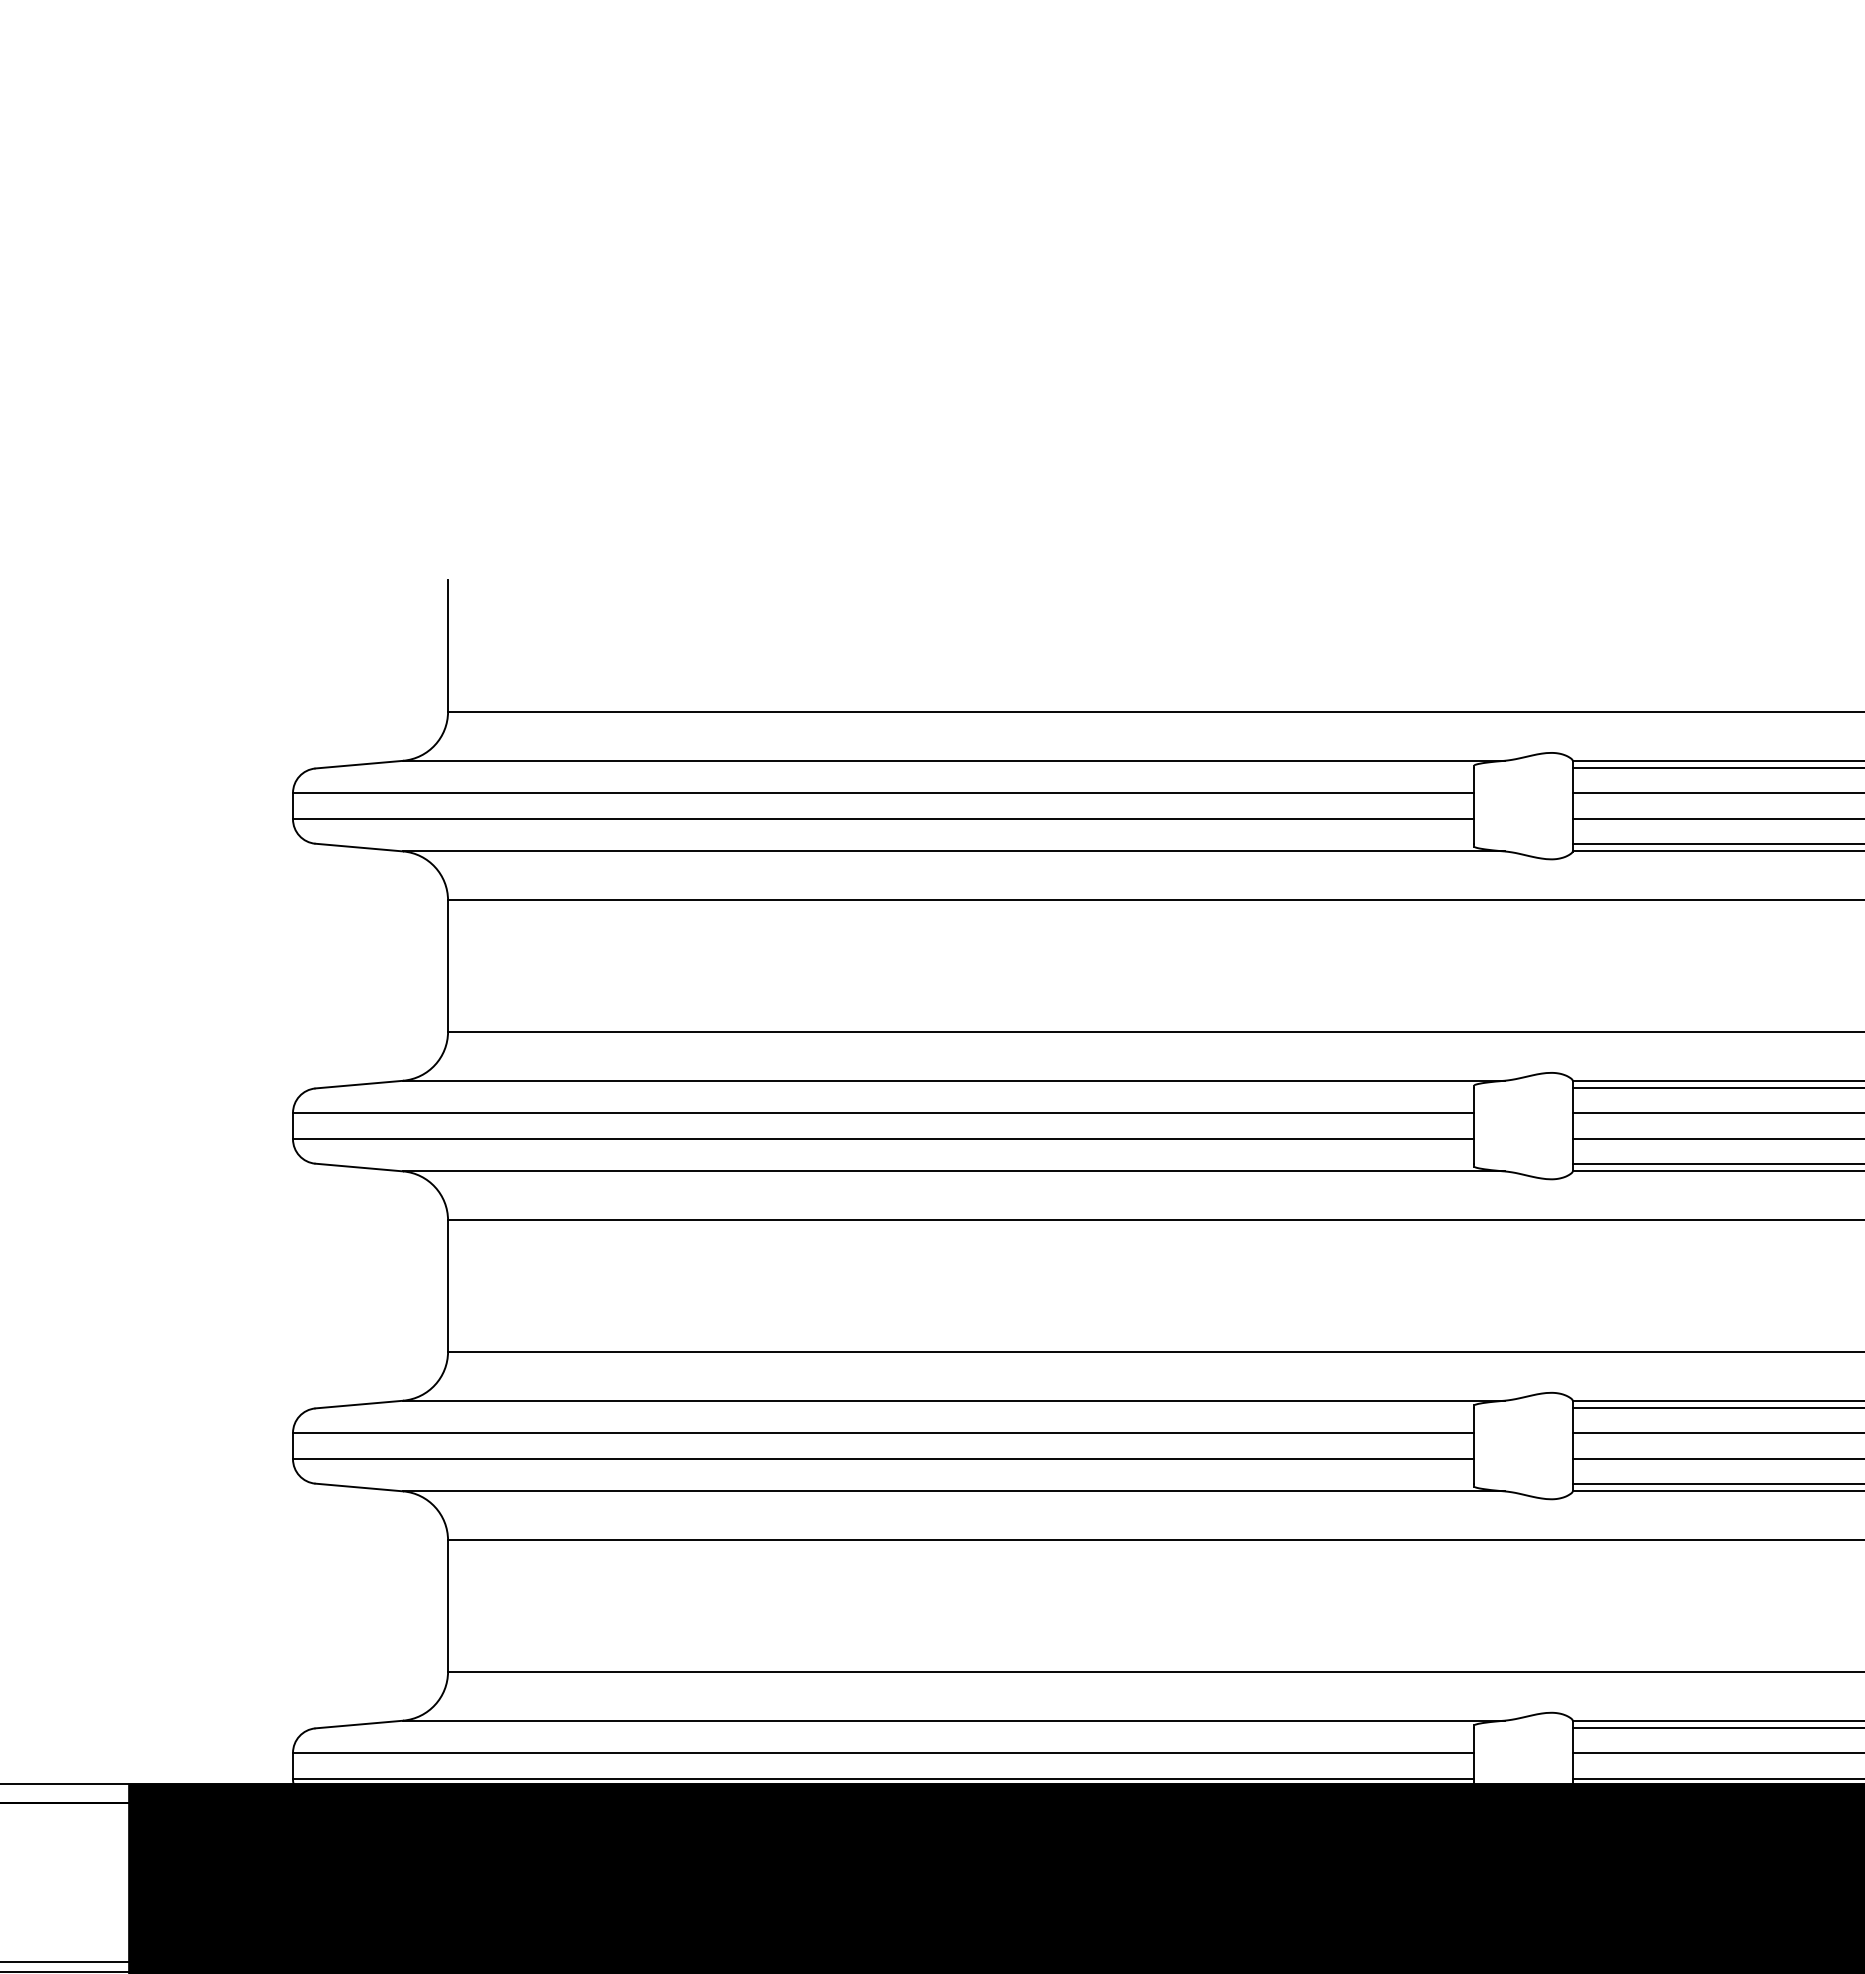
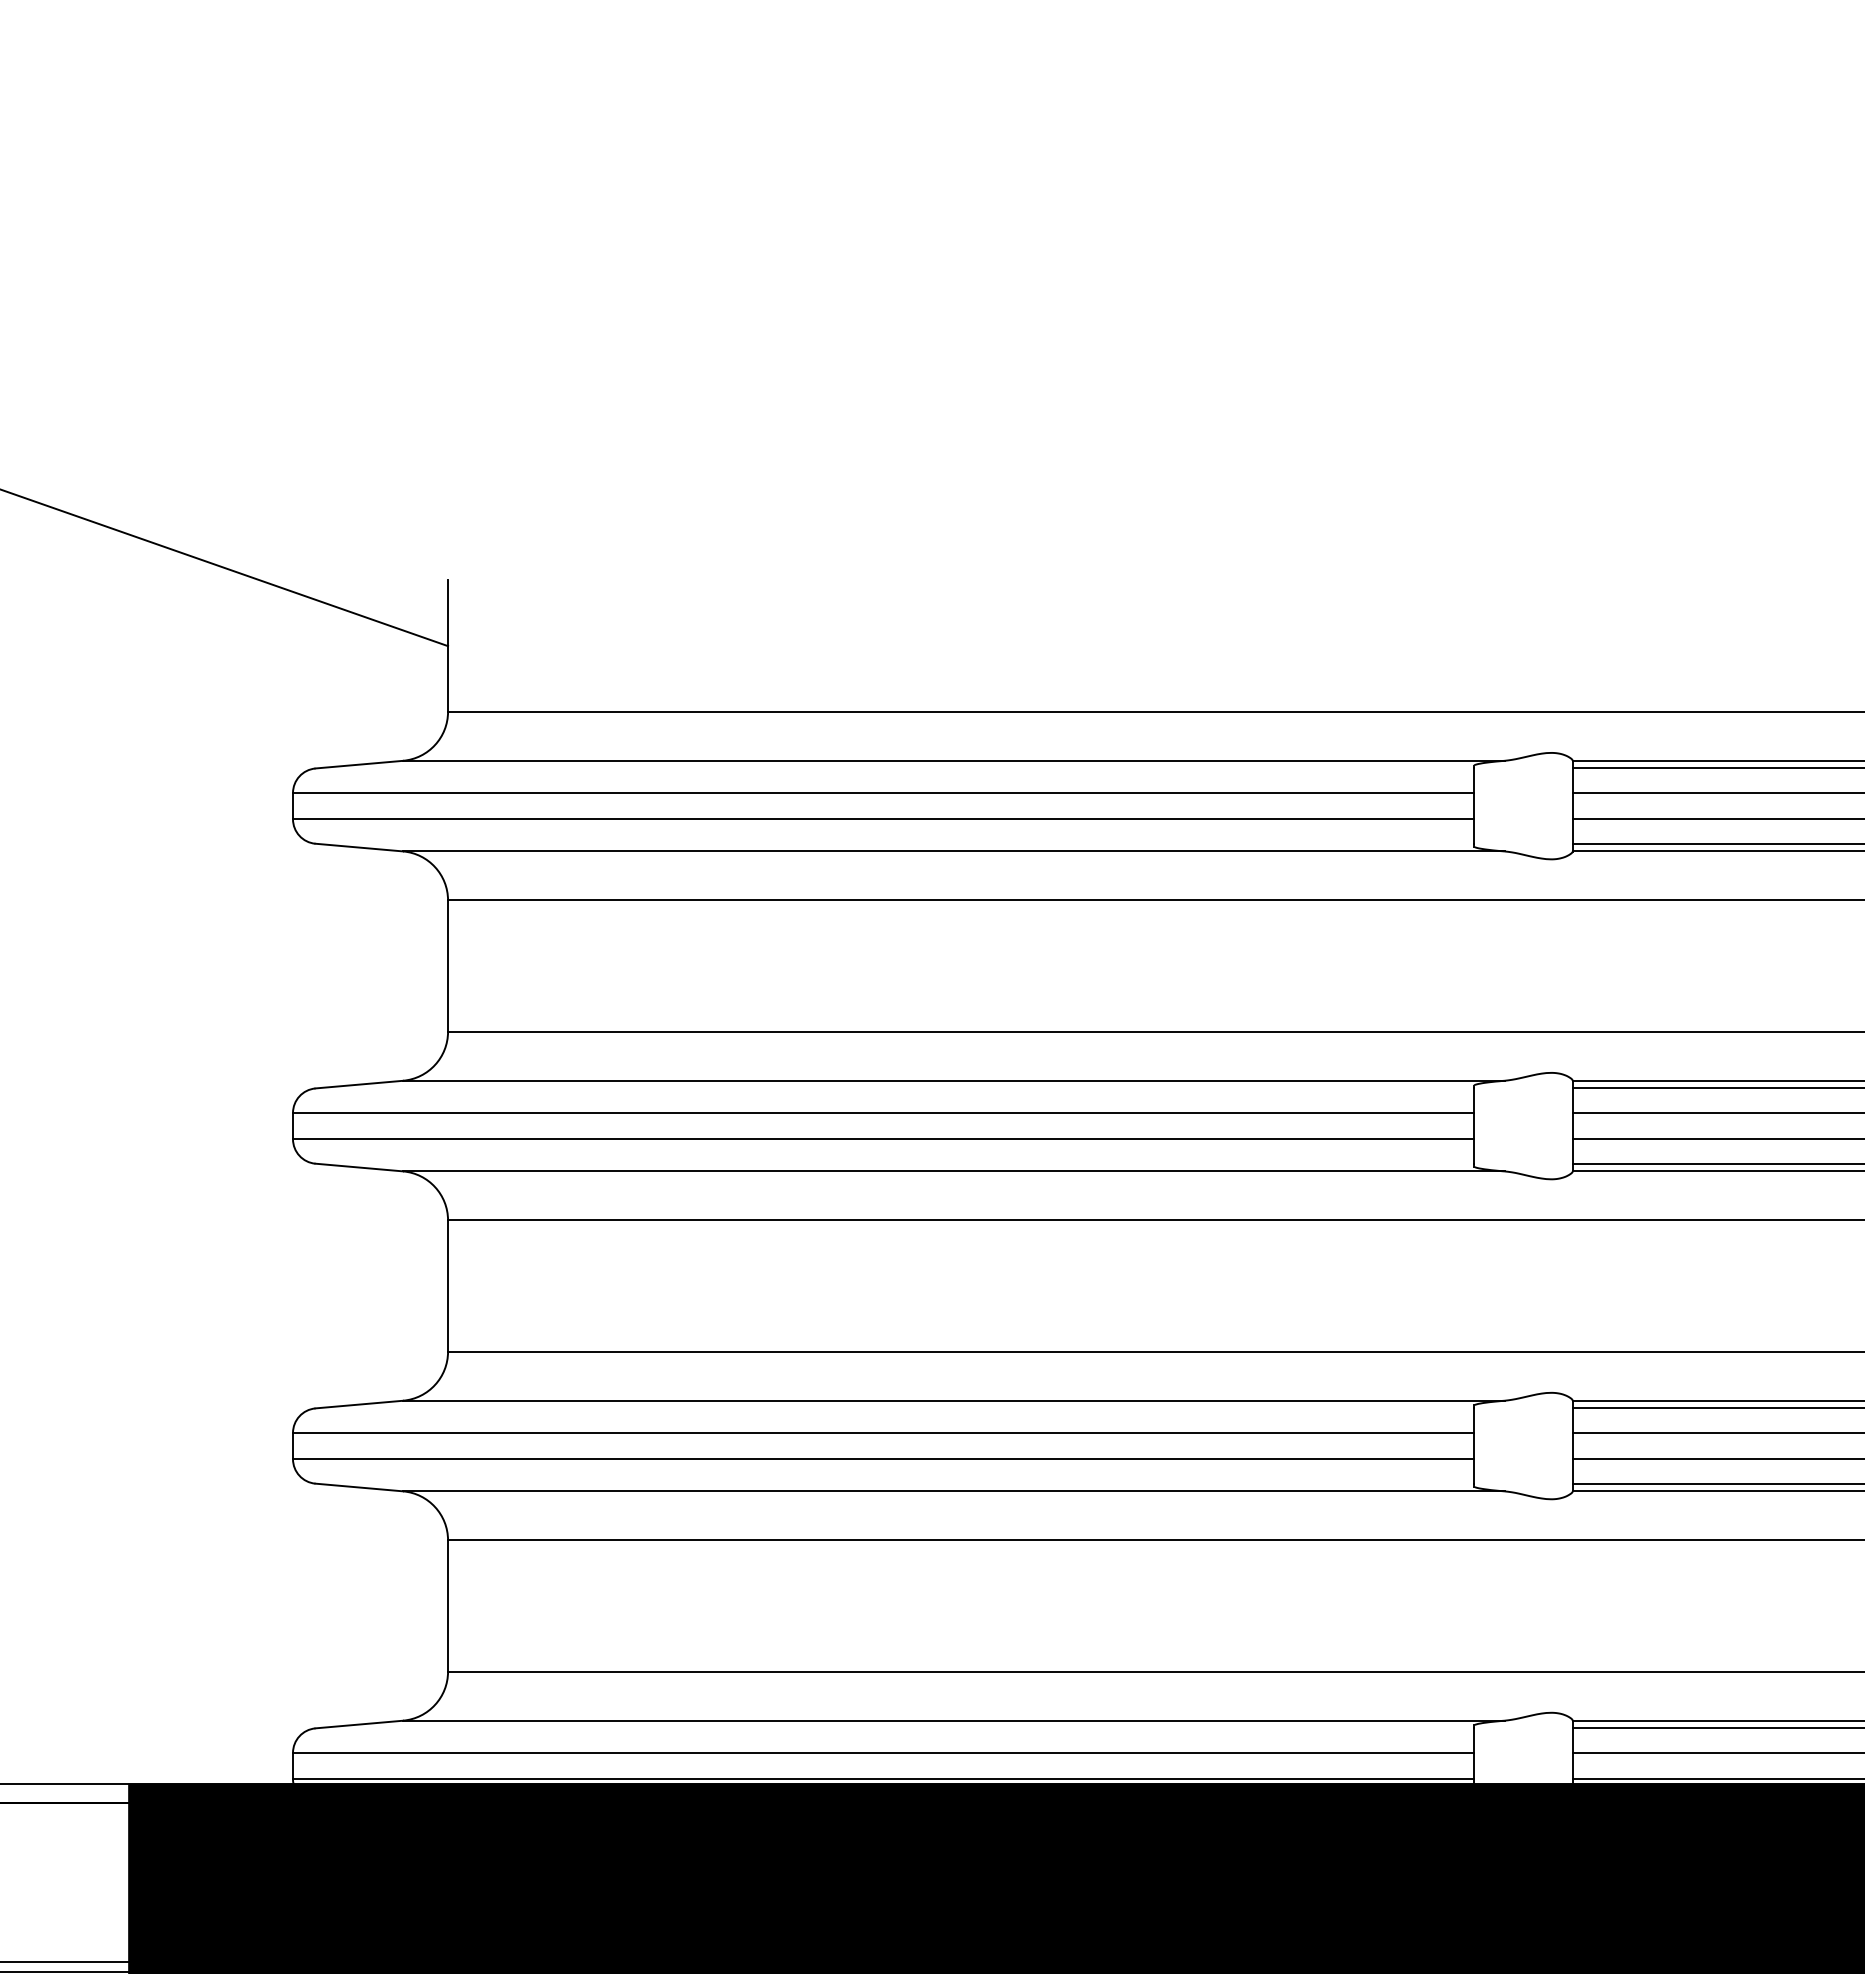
line at (225, 568): none -> present
